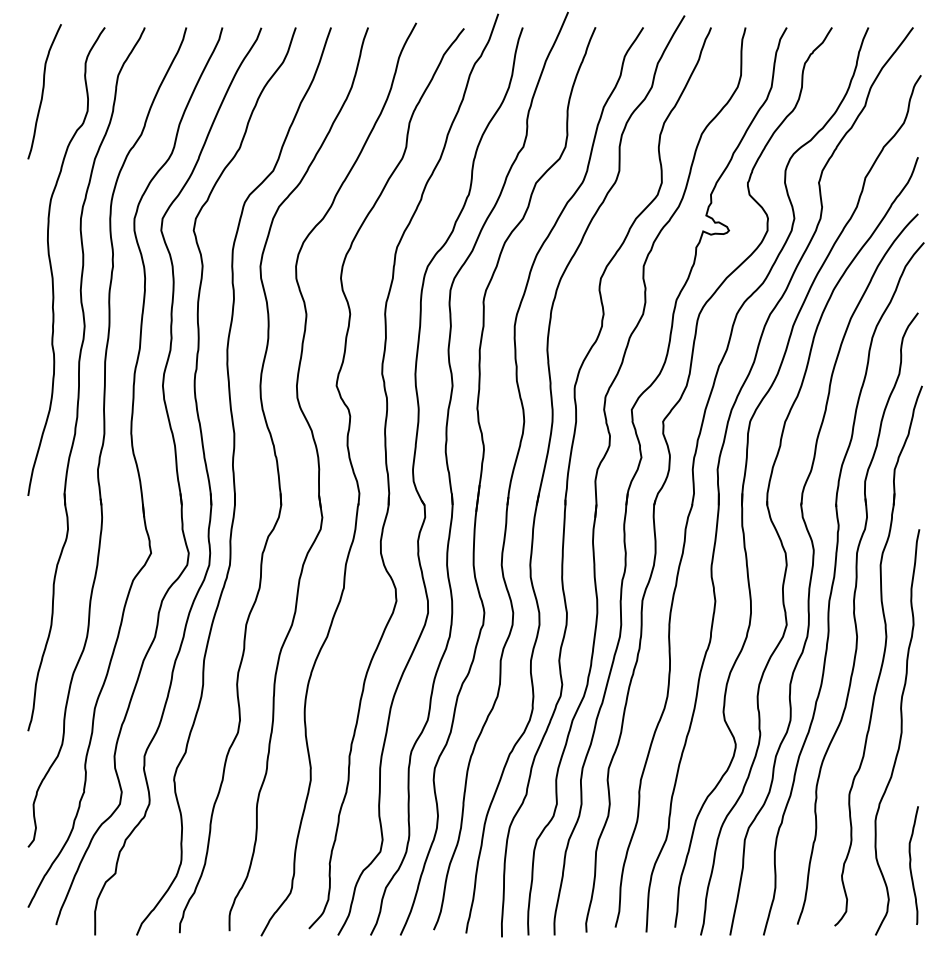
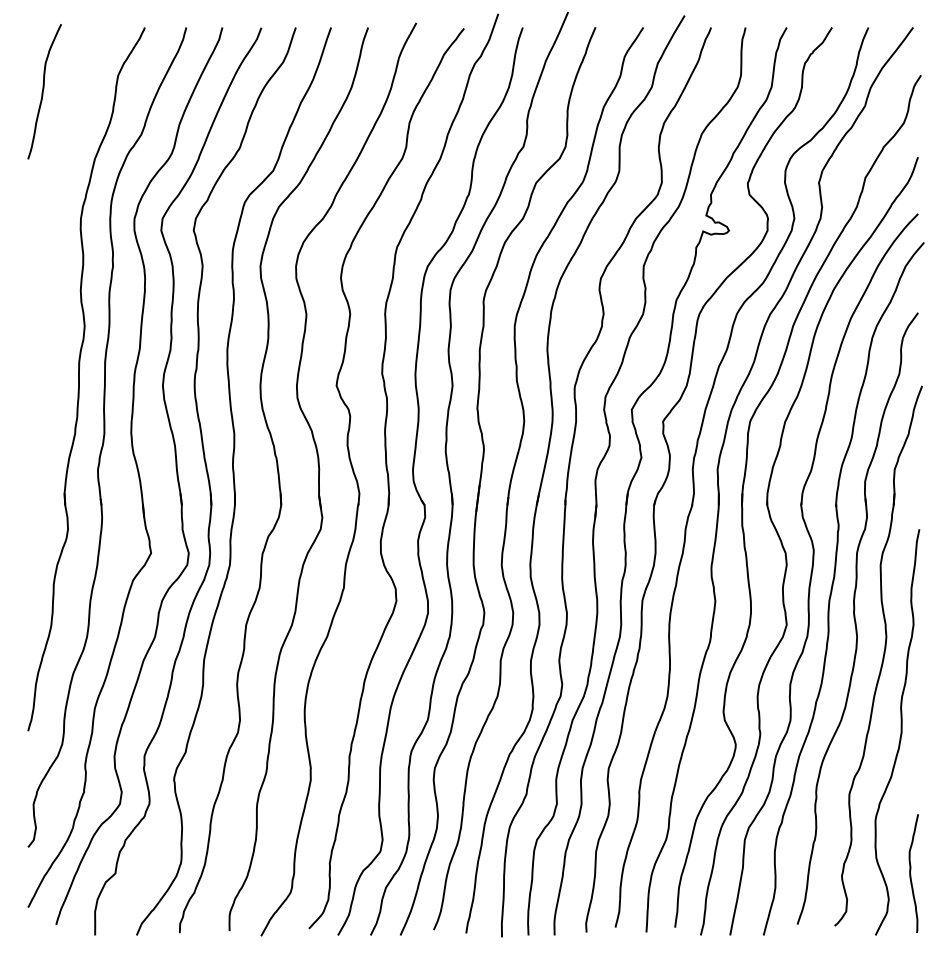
curve at (51, 262): present -> none
curve at (911, 865) position: (911, 865) -> (911, 873)
